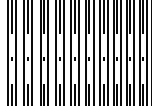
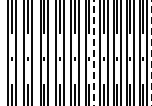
line at (93, 53): solid -> dashed
line at (151, 53): solid -> dashed
